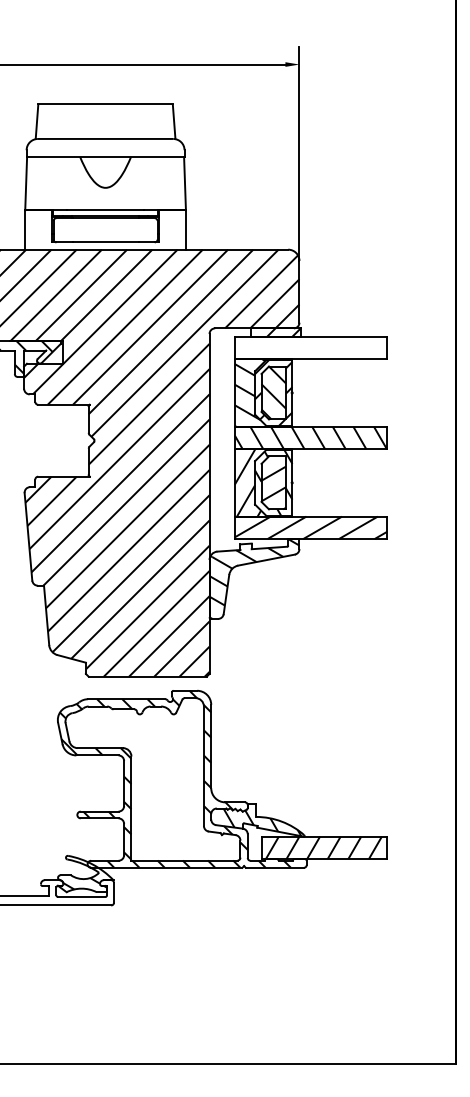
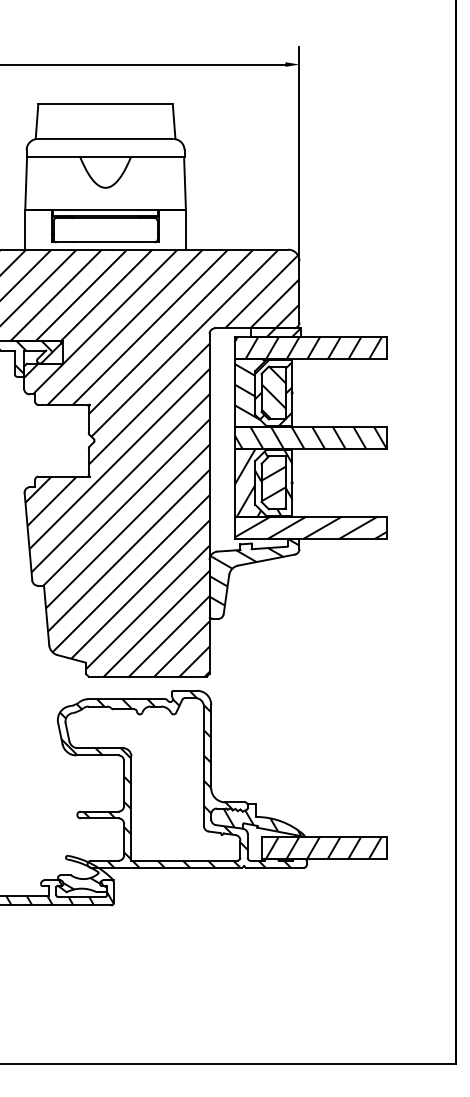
hatch at (308, 347): none -> present
hatch at (59, 892): none -> present
